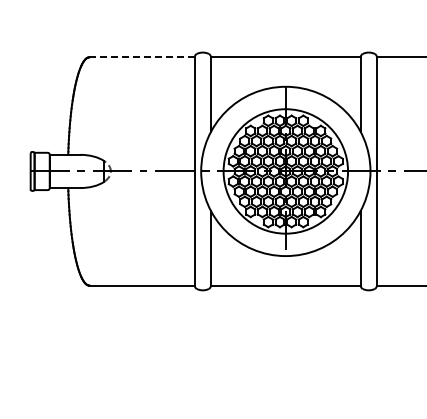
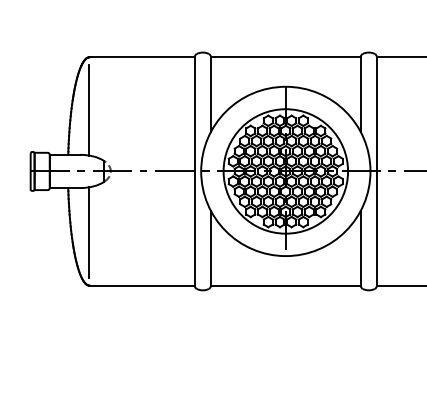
line at (142, 57): dashed -> solid
line at (89, 110): none -> present
line at (89, 232): none -> present
